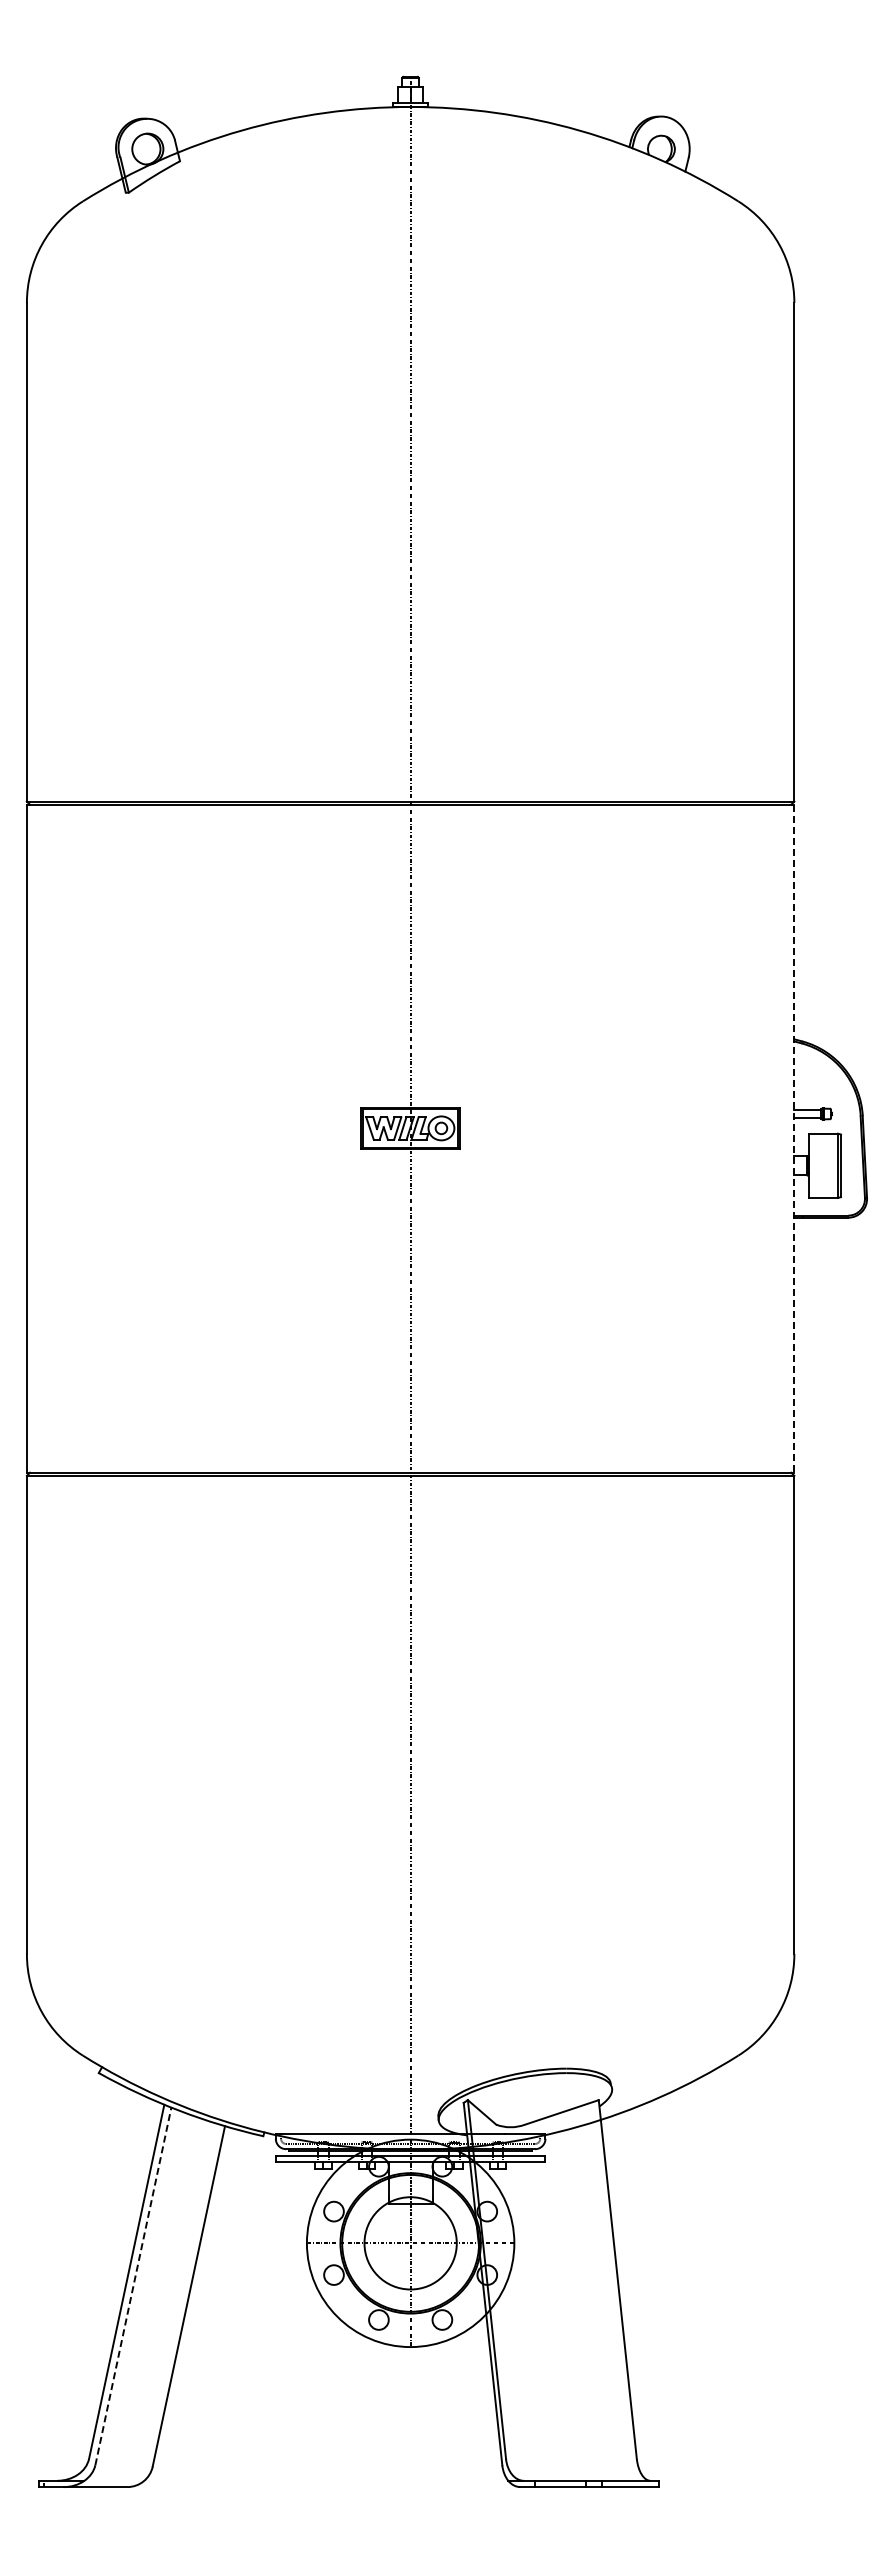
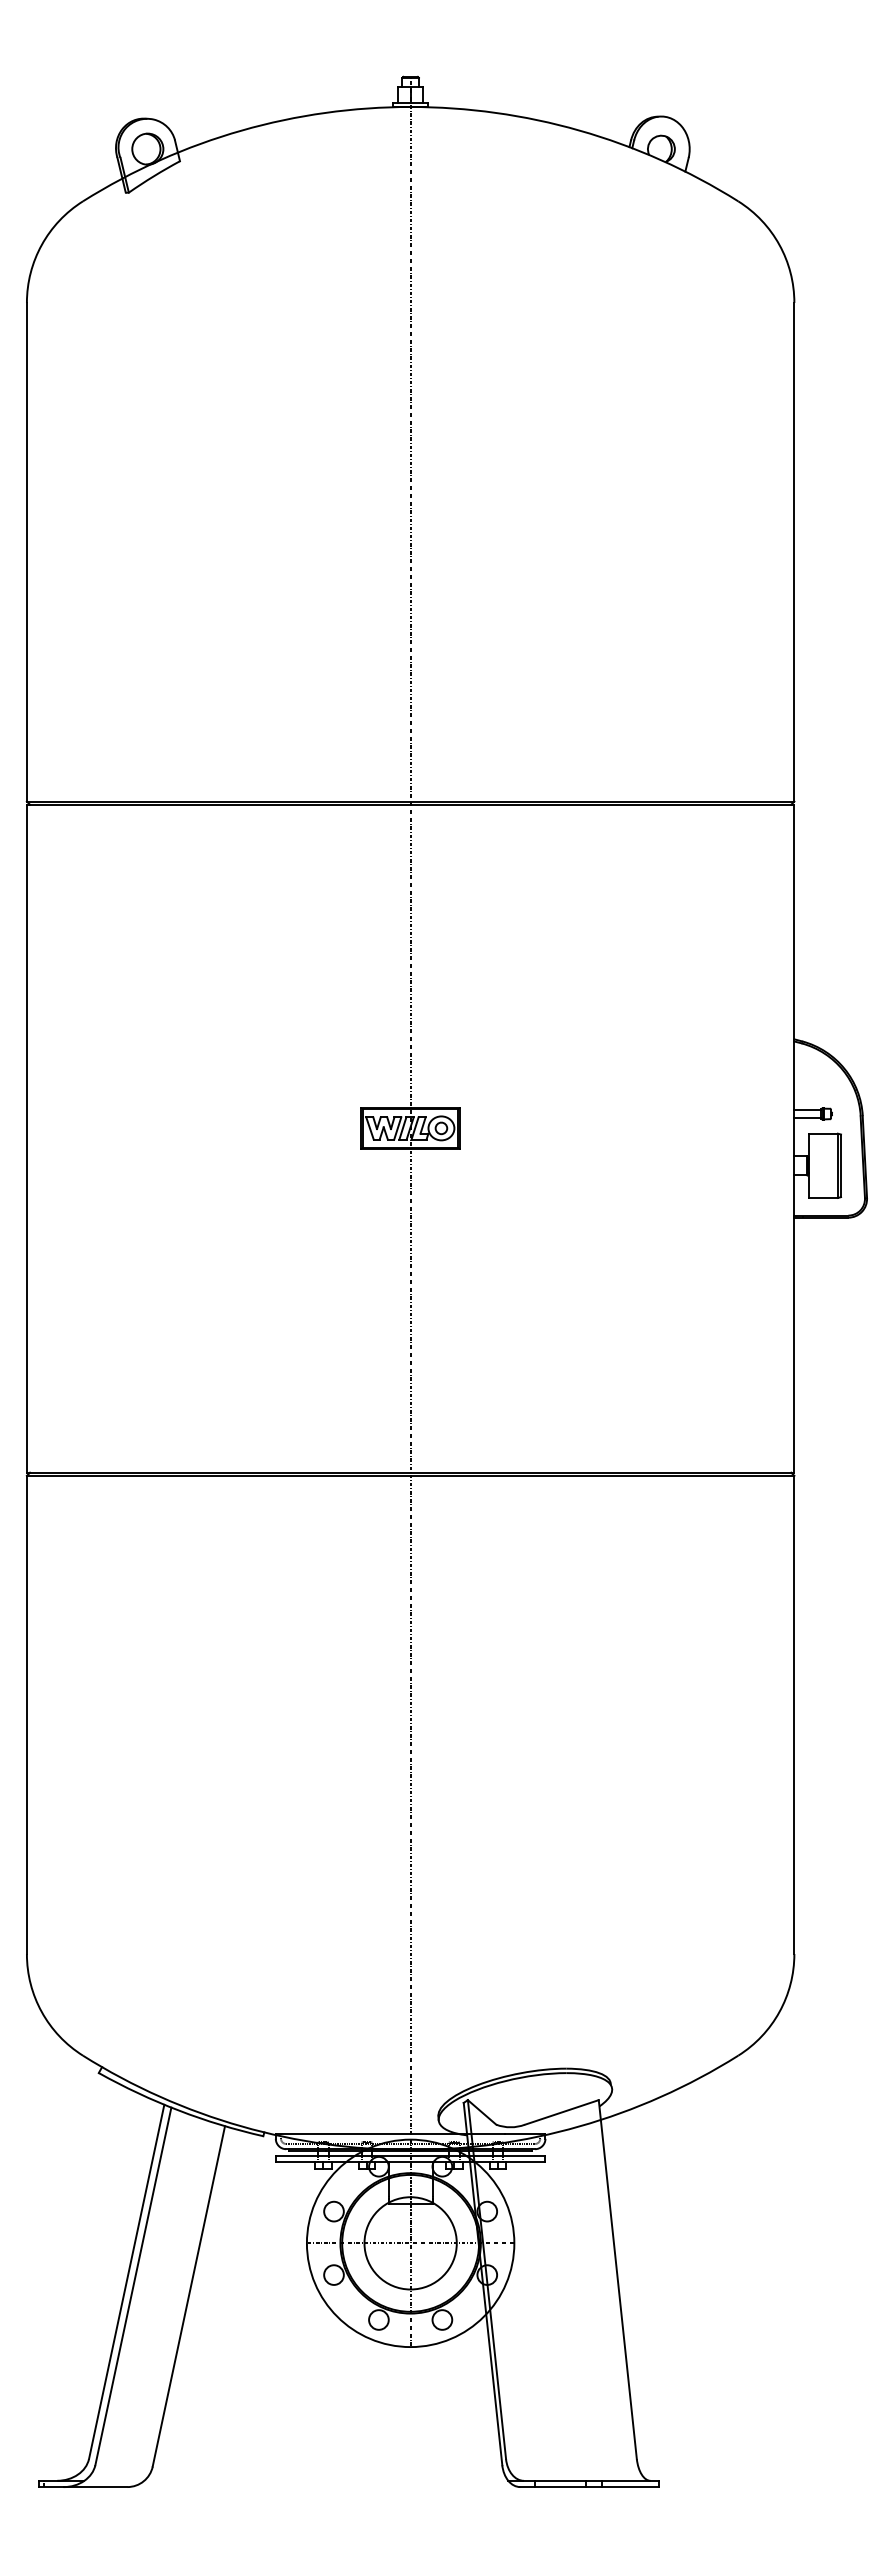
line at (794, 1138): dashed -> solid
line at (133, 2286): dashed -> solid
